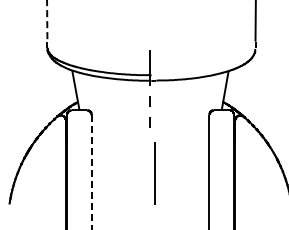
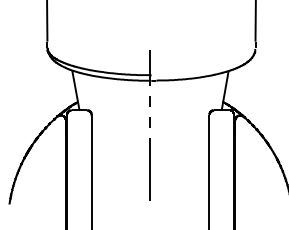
line at (47, 21): dashed -> solid
line at (91, 171): dashed -> solid
line at (154, 173) position: (154, 173) -> (149, 169)
